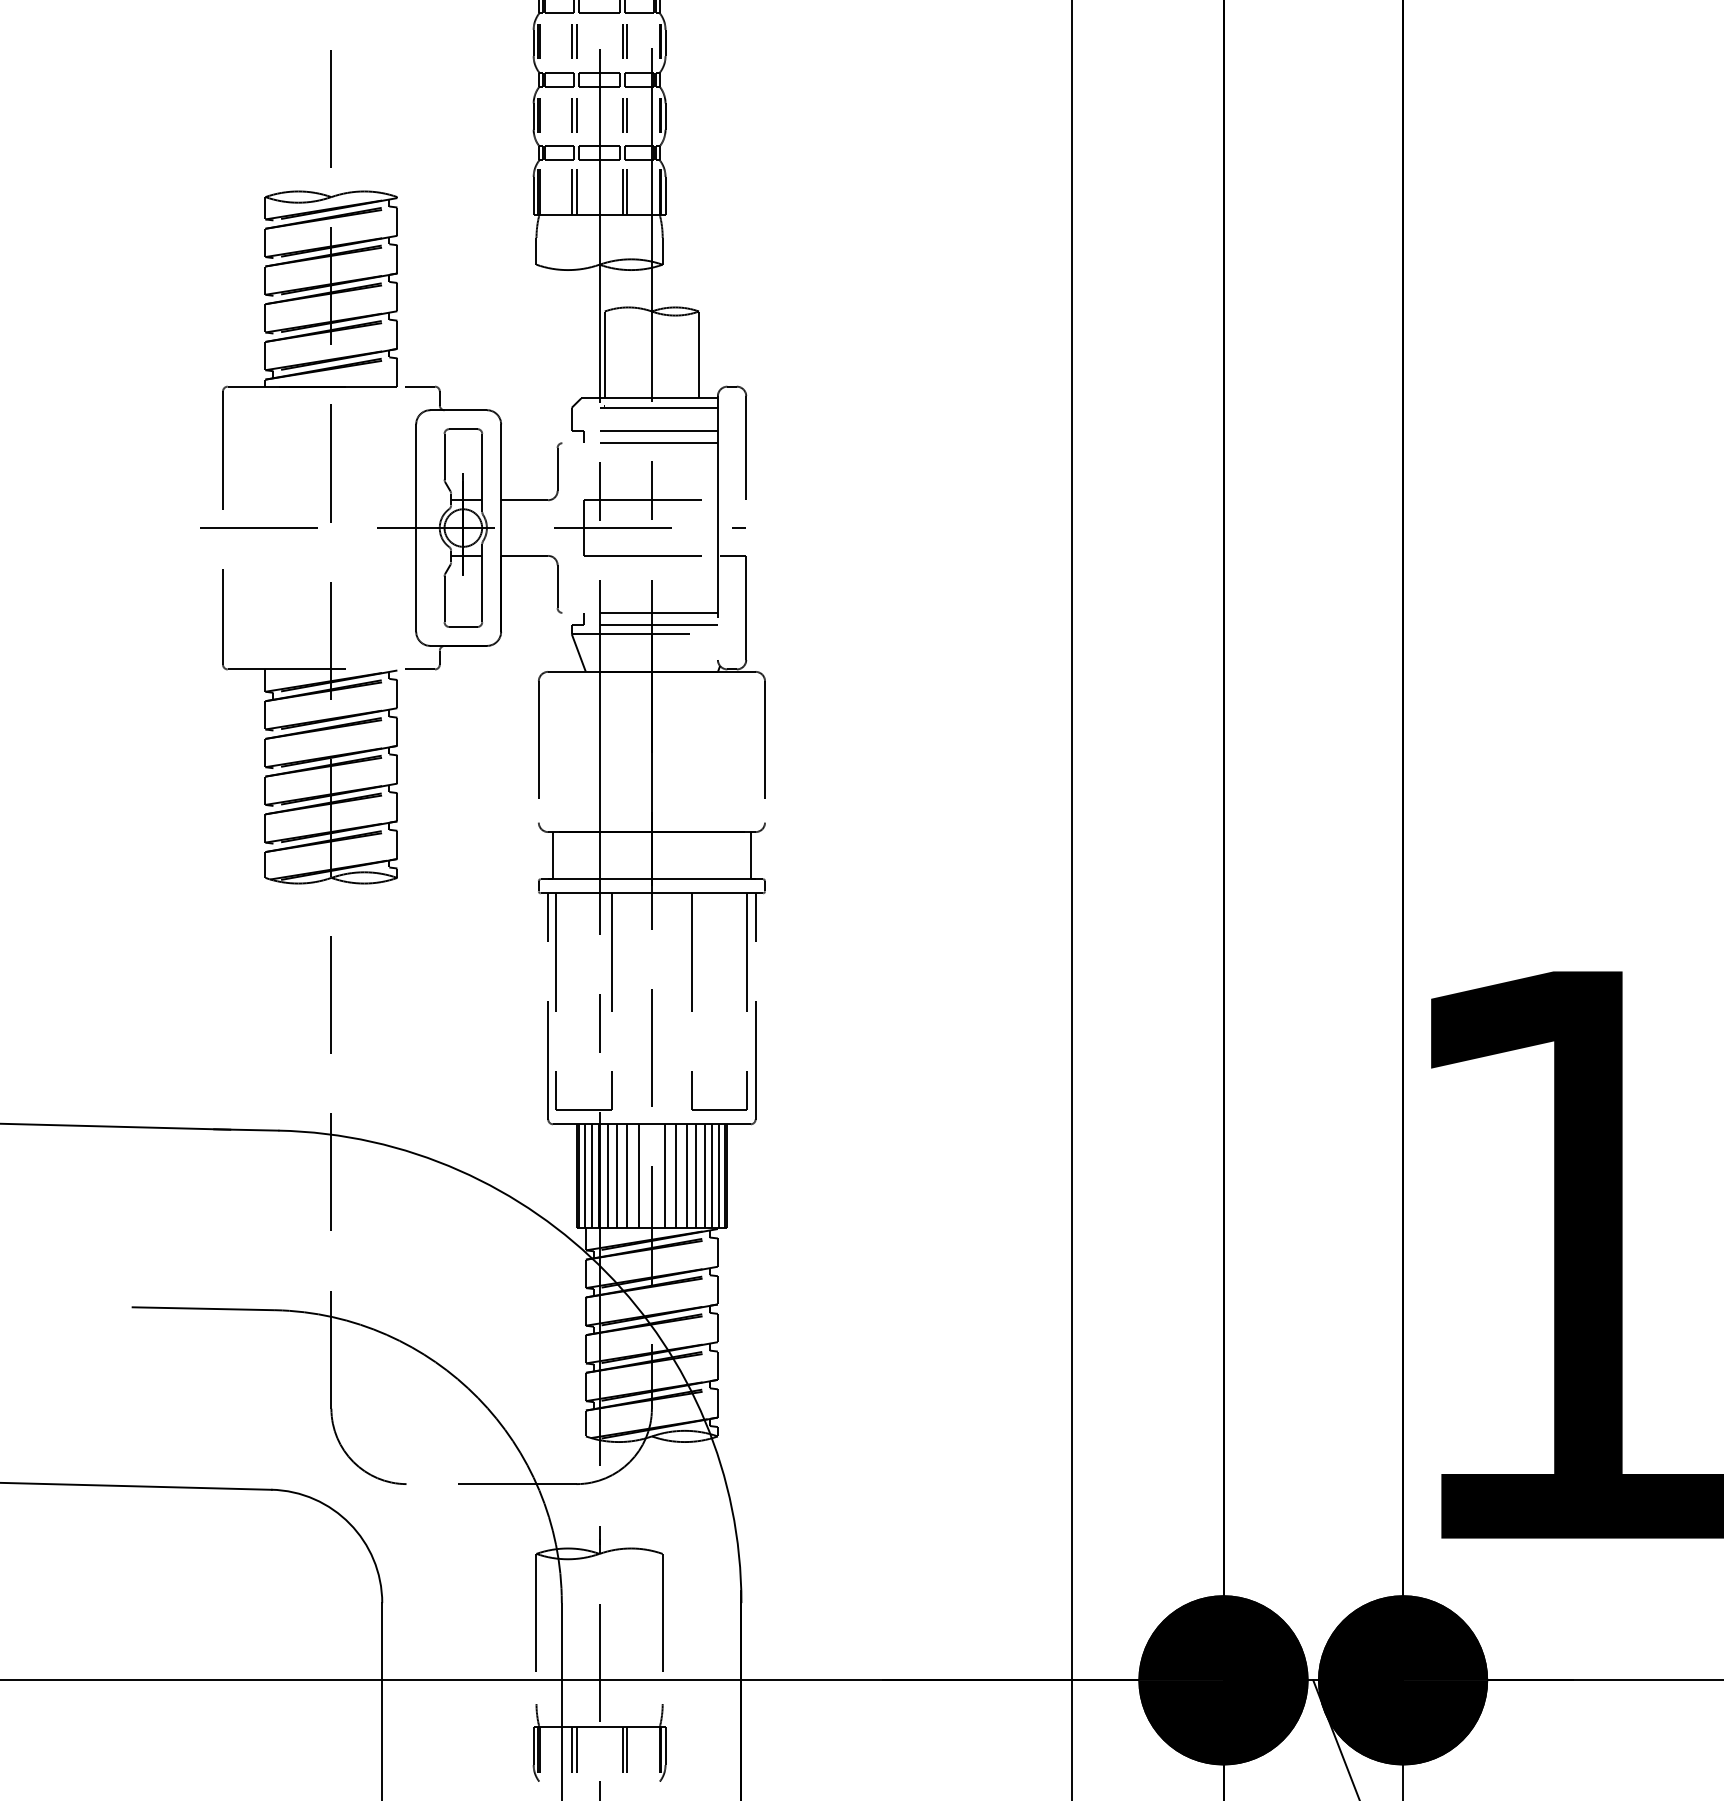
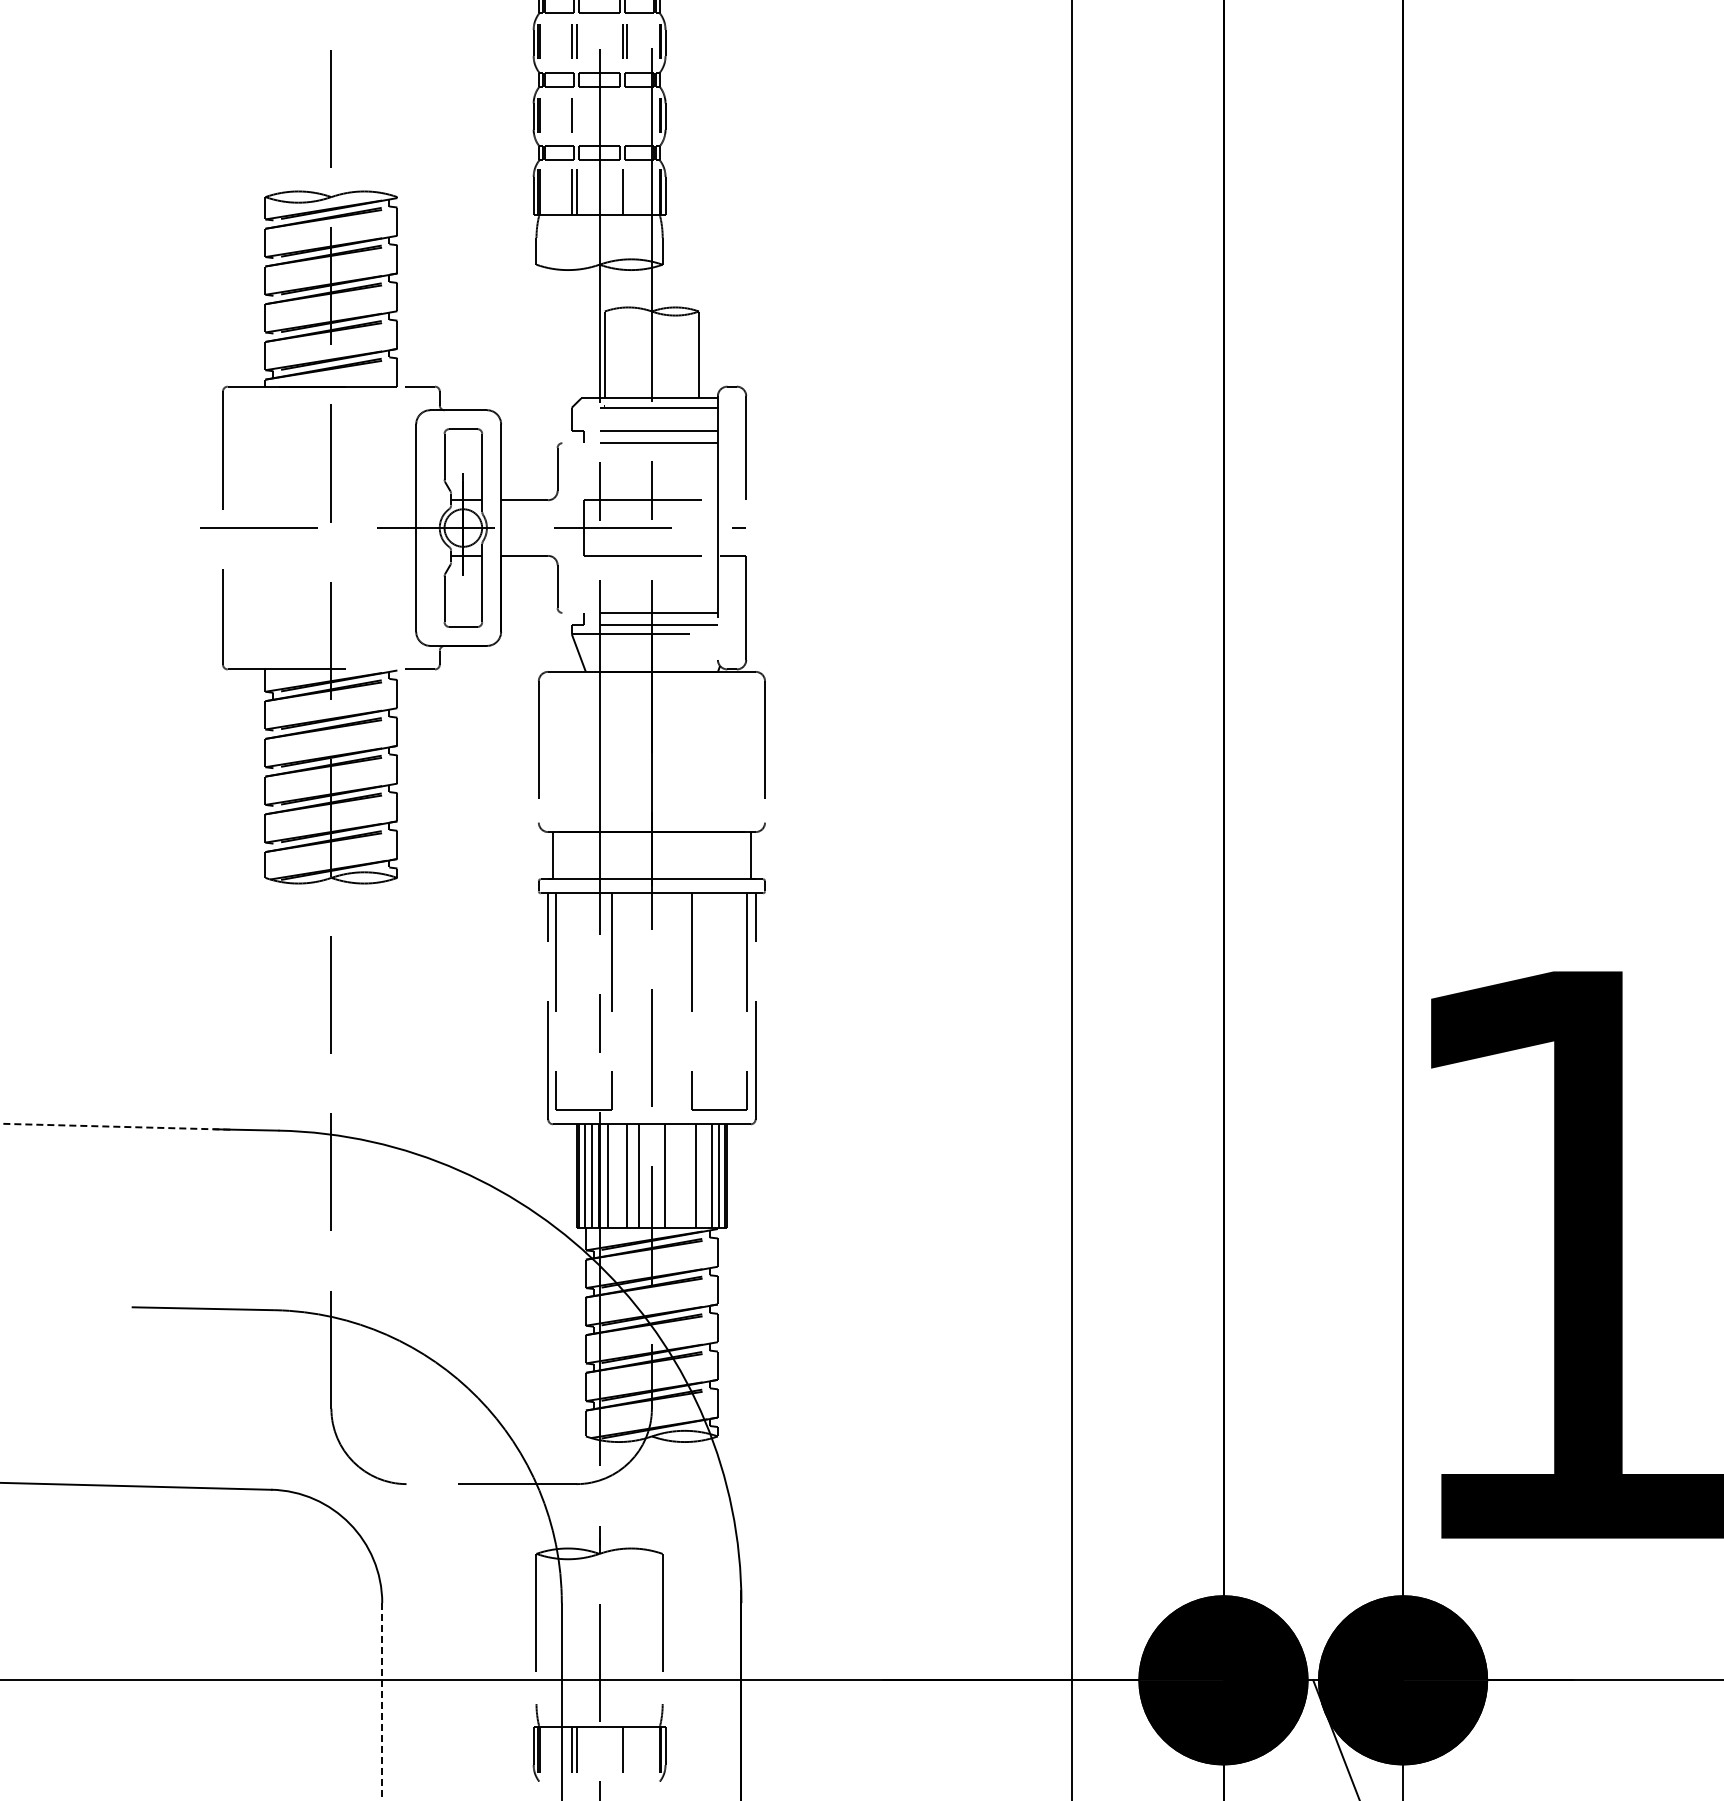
line at (576, 114): present -> none
part at (624, 115): present -> none
line at (626, 191): present -> none
line at (115, 1126): solid -> dashed
line at (617, 1175): present -> none
line at (676, 1175): present -> none
line at (686, 1175): present -> none
line at (704, 1175): present -> none
line at (382, 1701): solid -> dashed
line at (626, 1749): present -> none
